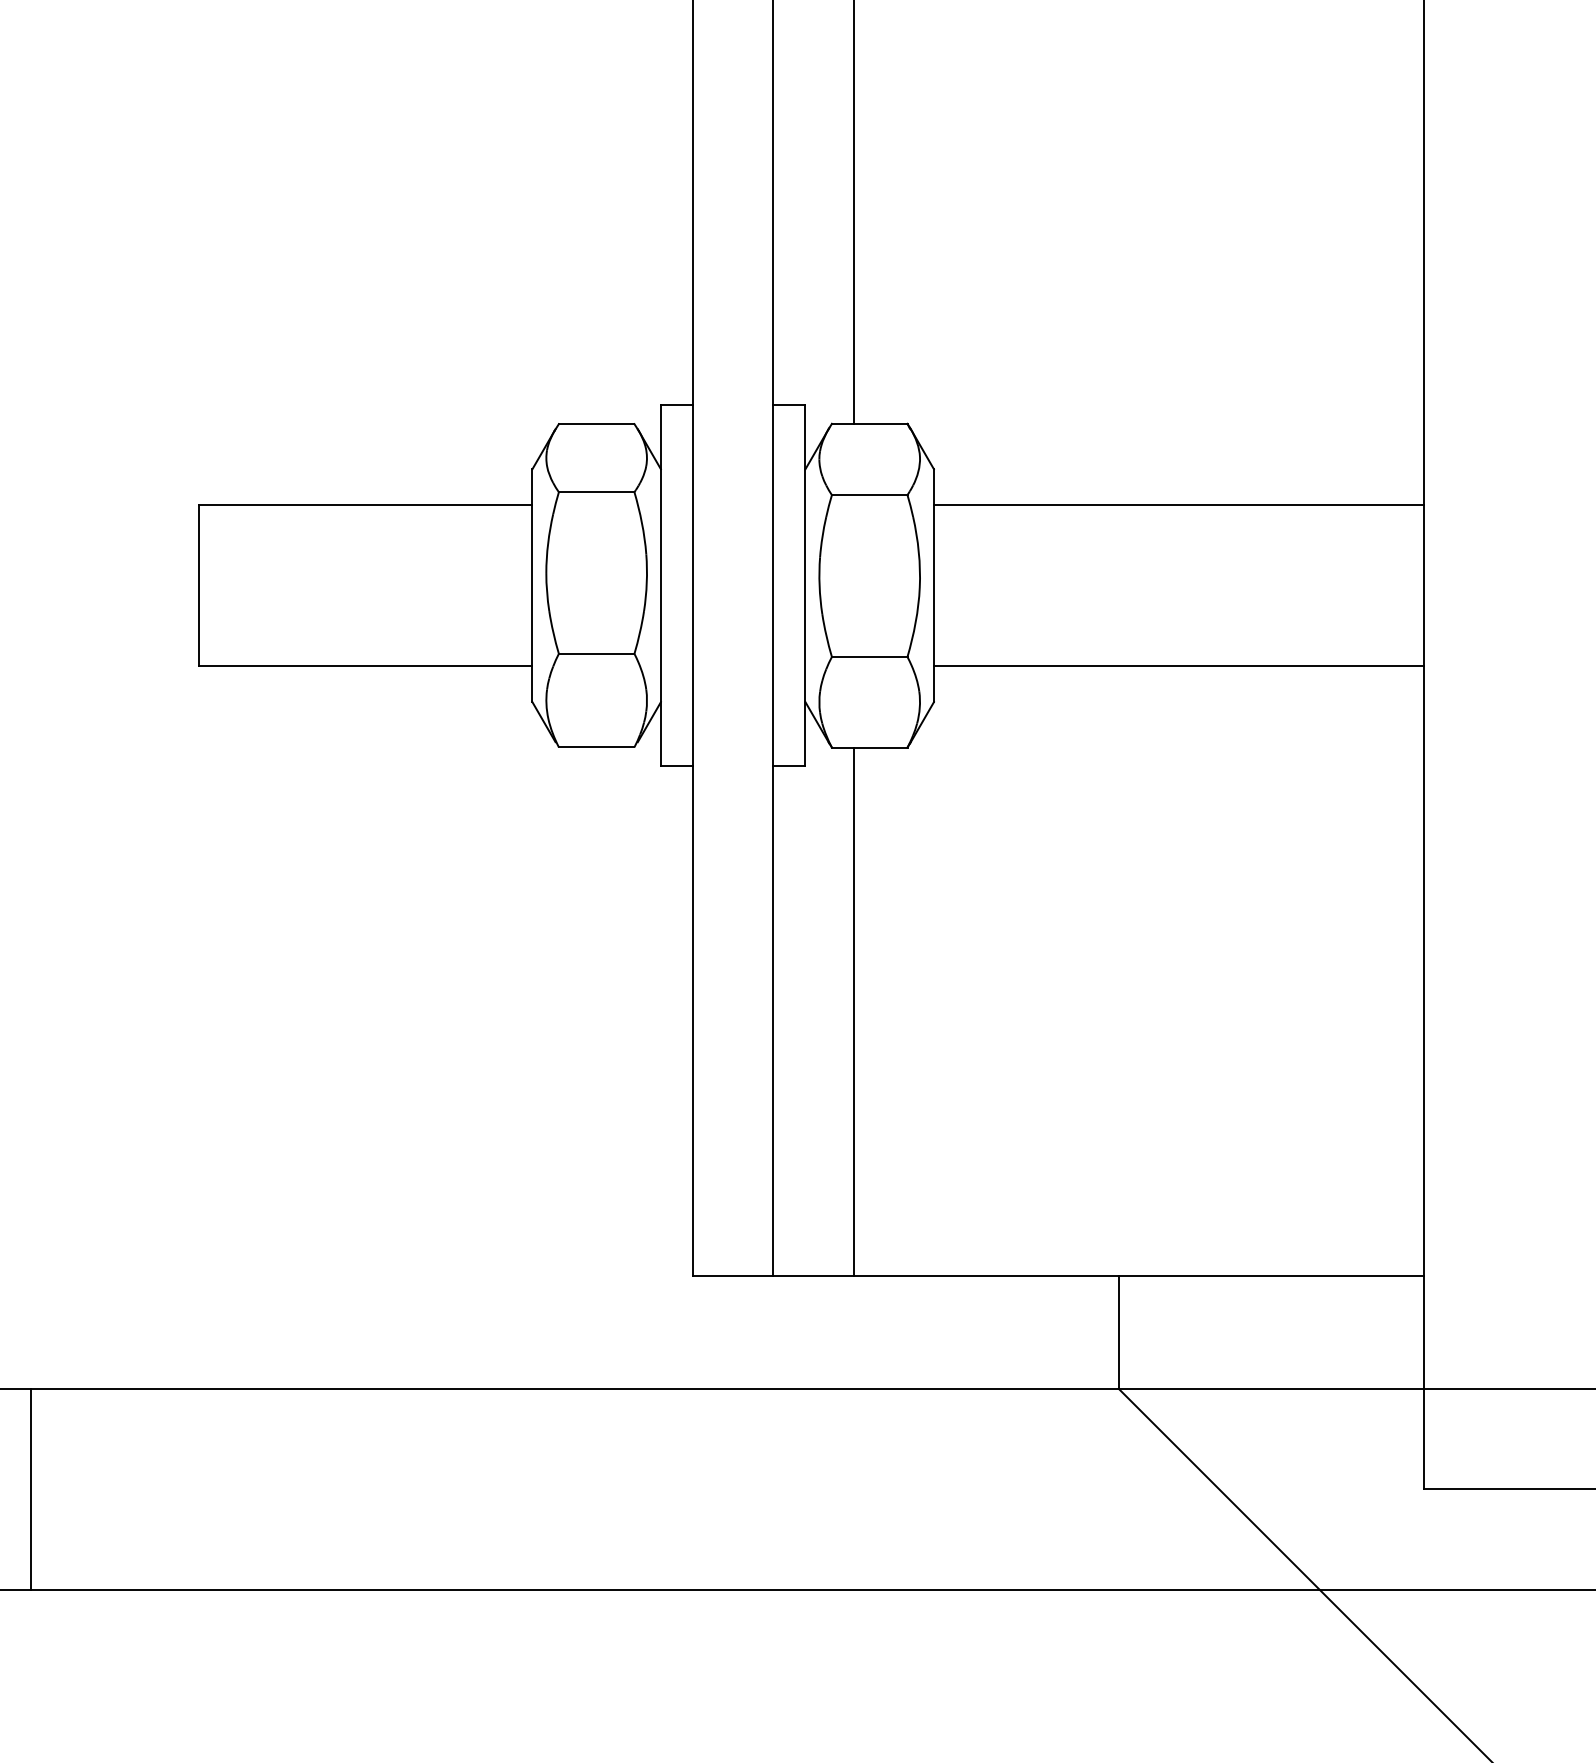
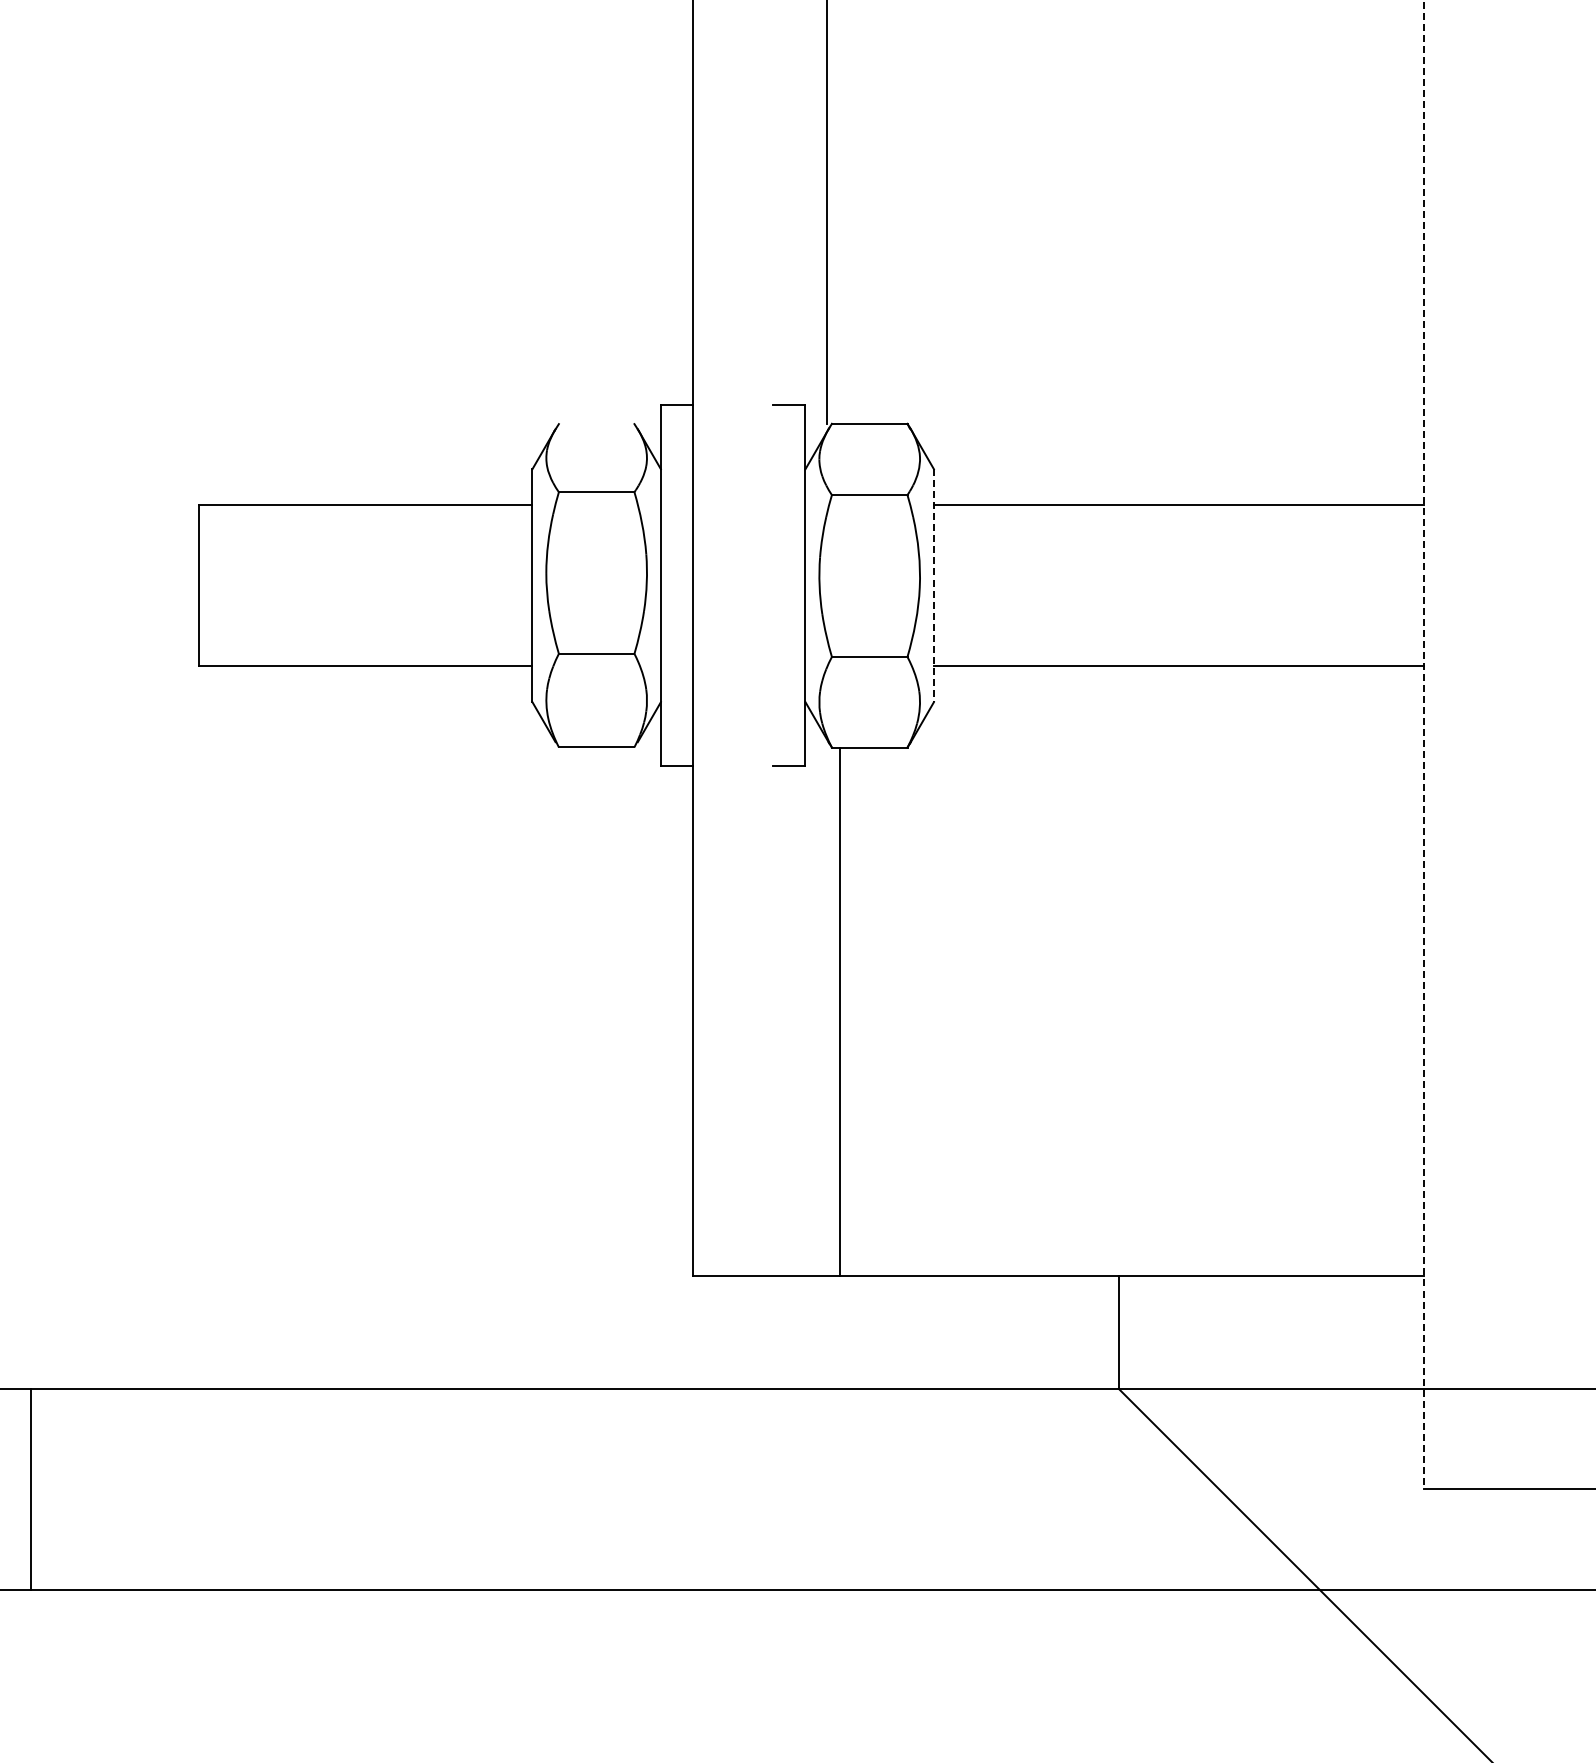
line at (853, 212) position: (853, 212) -> (826, 212)
line at (596, 424): present -> none
line at (933, 586): solid -> dashed
line at (773, 639): present -> none
line at (1424, 745): solid -> dashed
line at (853, 1011) position: (853, 1011) -> (839, 1011)
